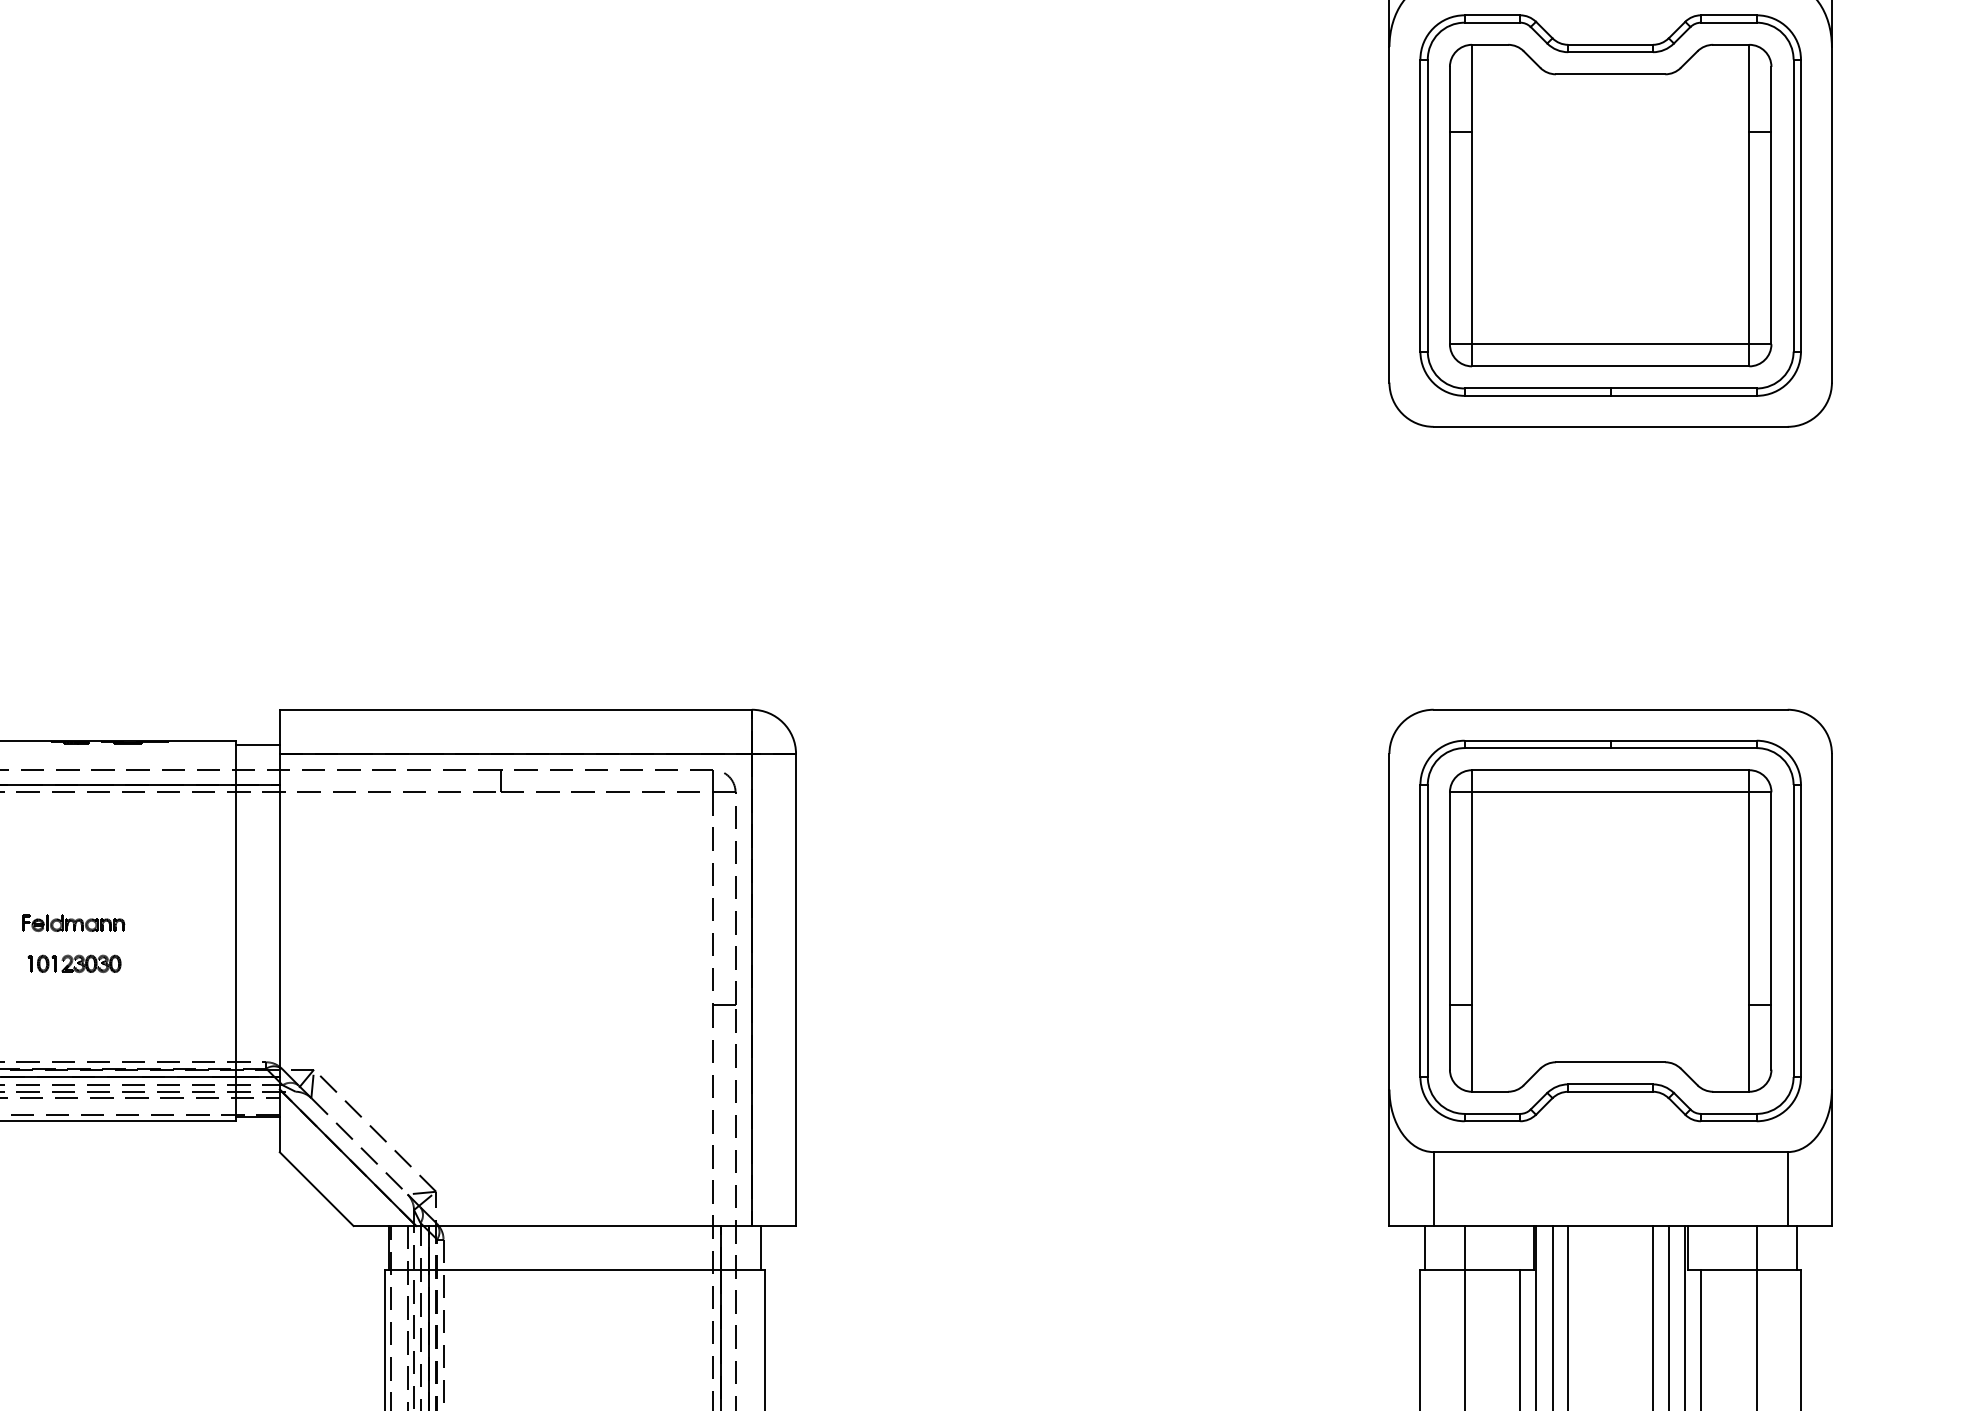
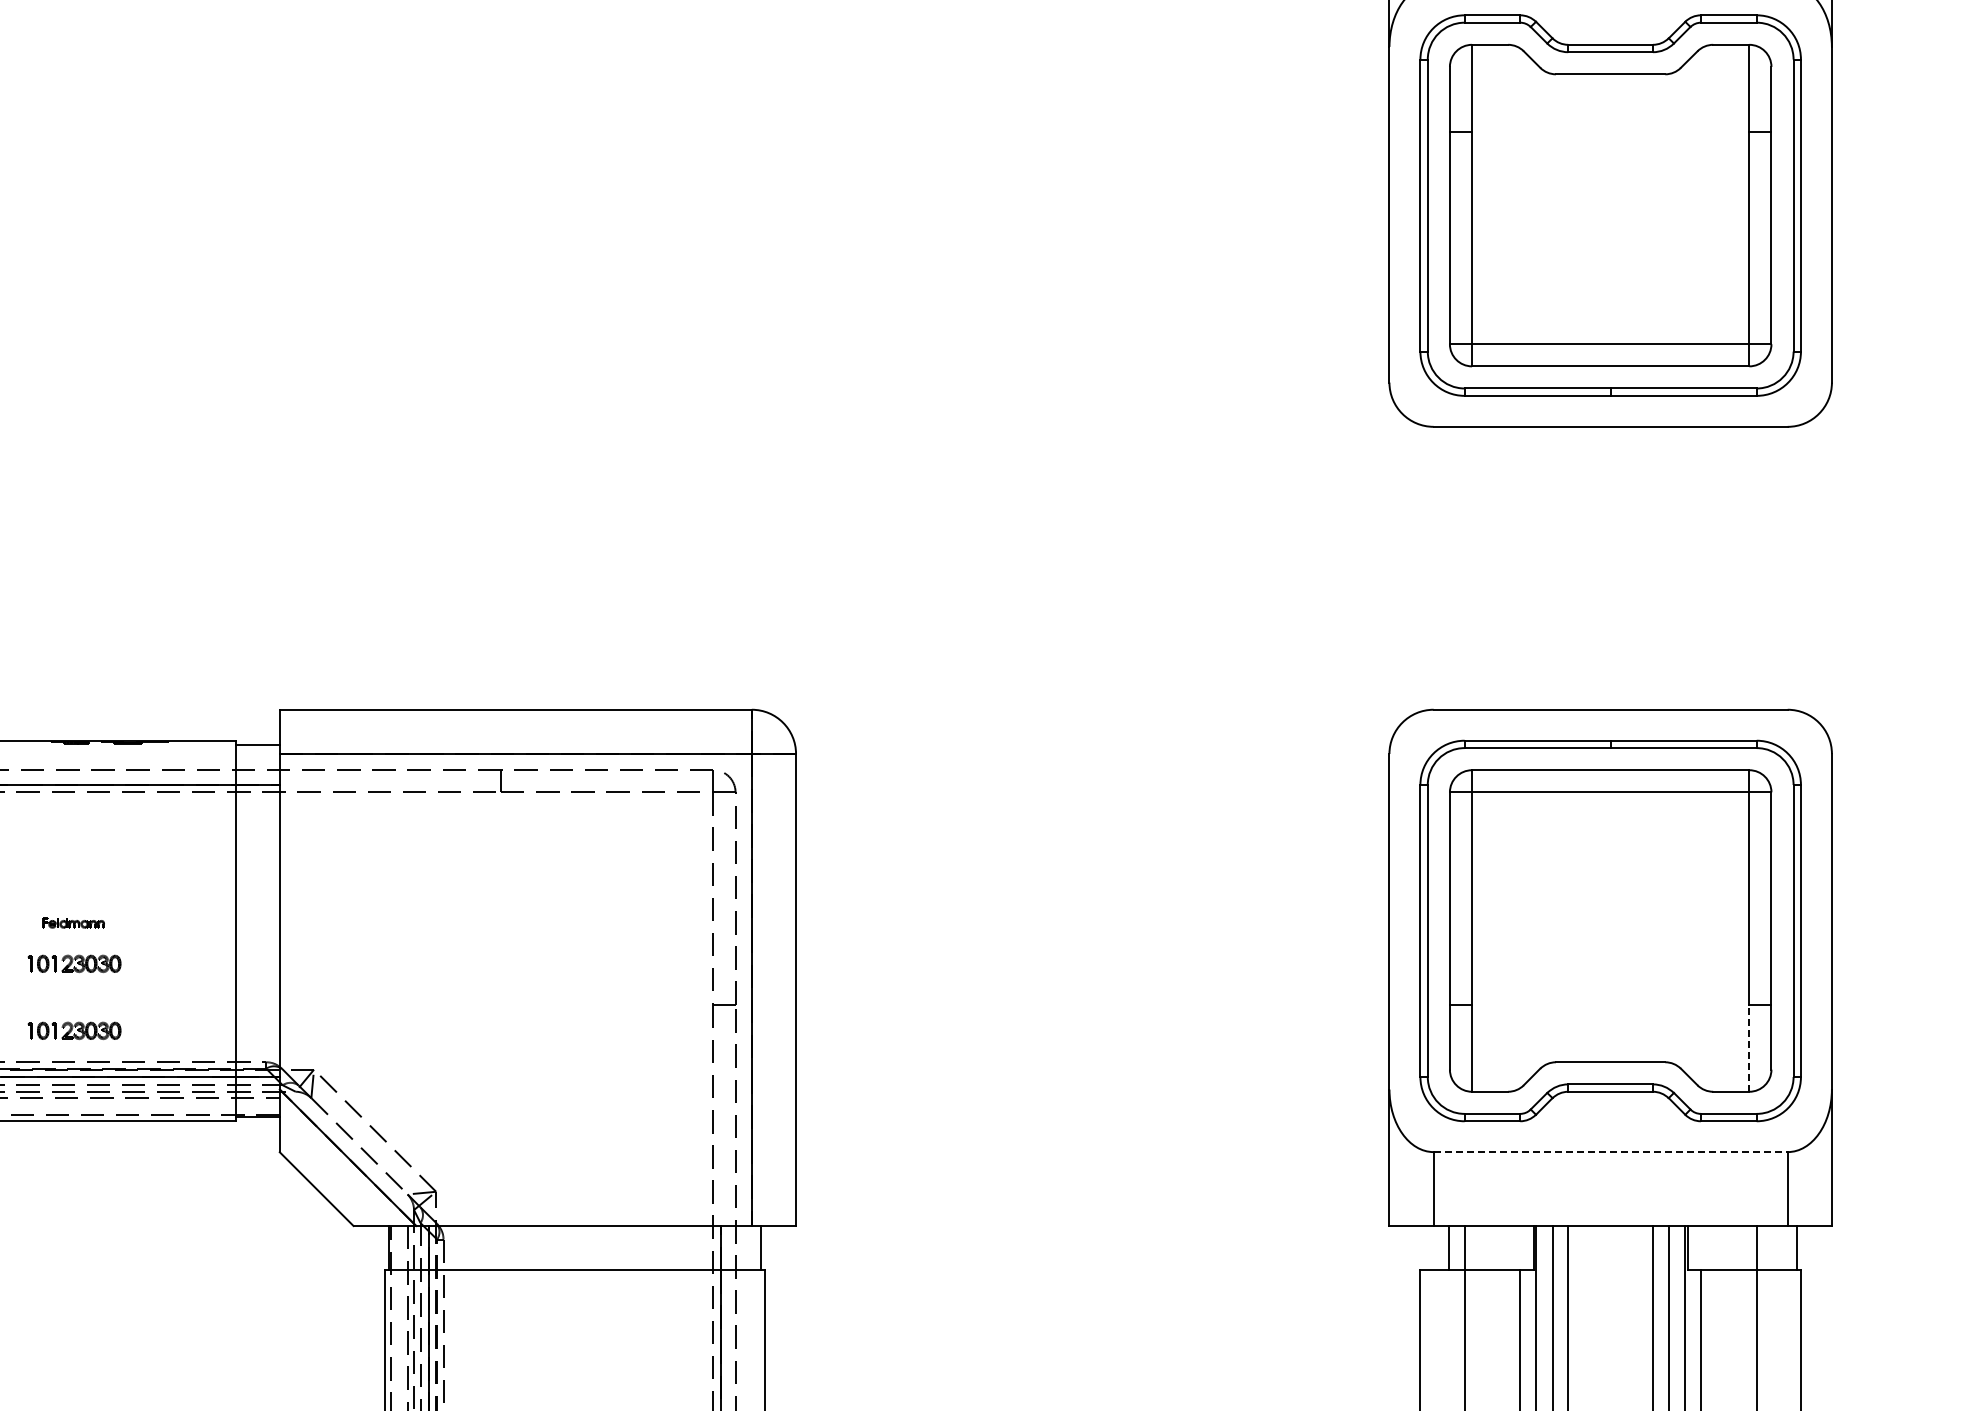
part at (73, 922) size: 104x18 px -> 63x12 px
part at (74, 1030): none -> present
line at (1749, 1048): solid -> dashed
line at (1610, 1152): solid -> dashed
line at (1424, 1248) position: (1424, 1248) -> (1448, 1248)
